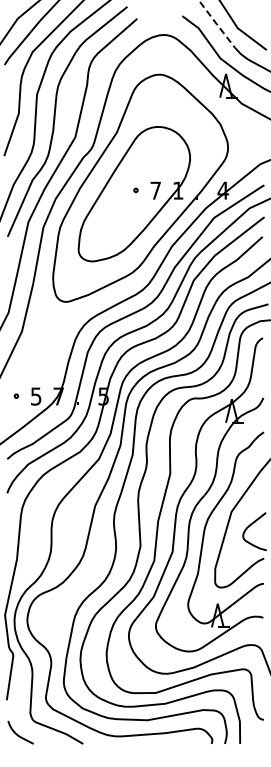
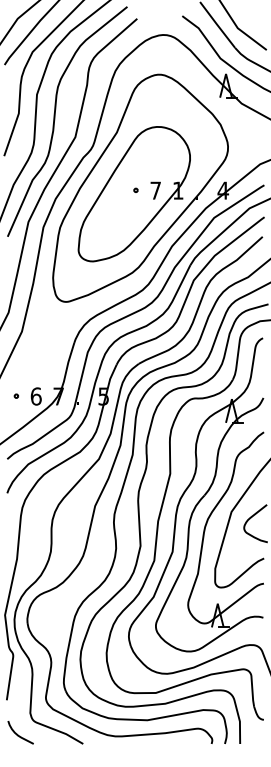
line at (217, 25): dashed -> solid
text at (35, 396): 5 -> 6
curve at (250, 526) position: (250, 526) -> (251, 518)
